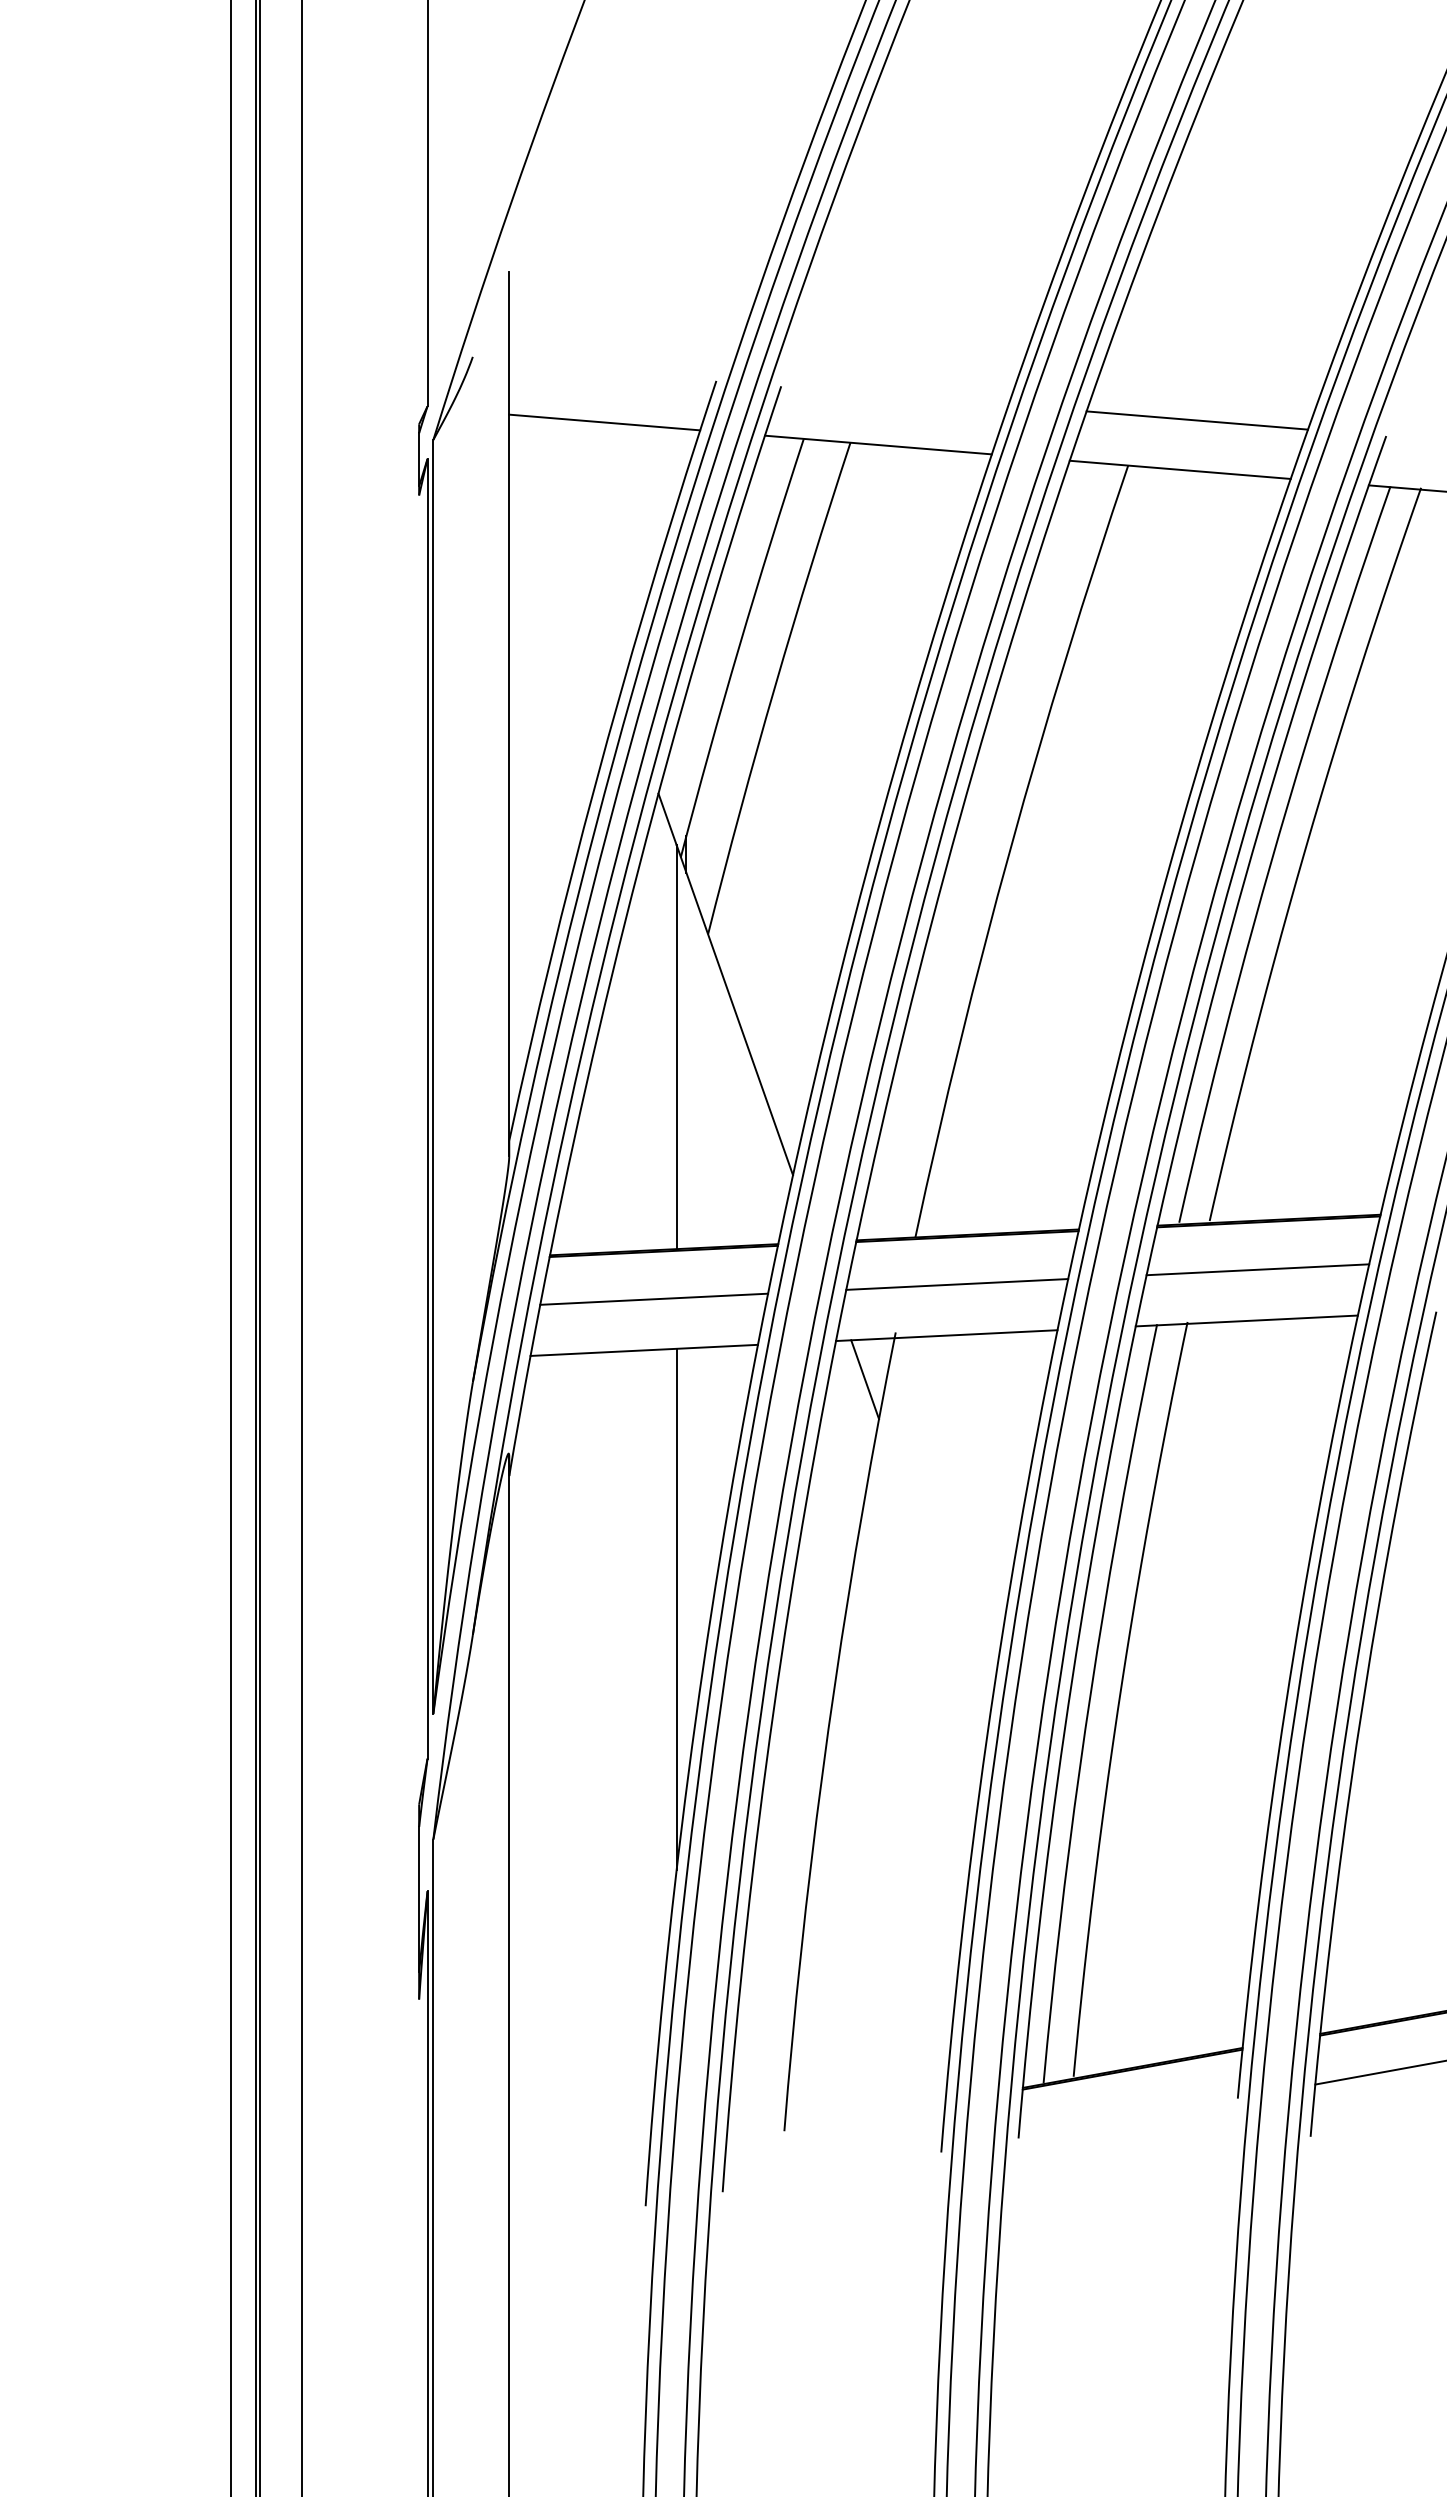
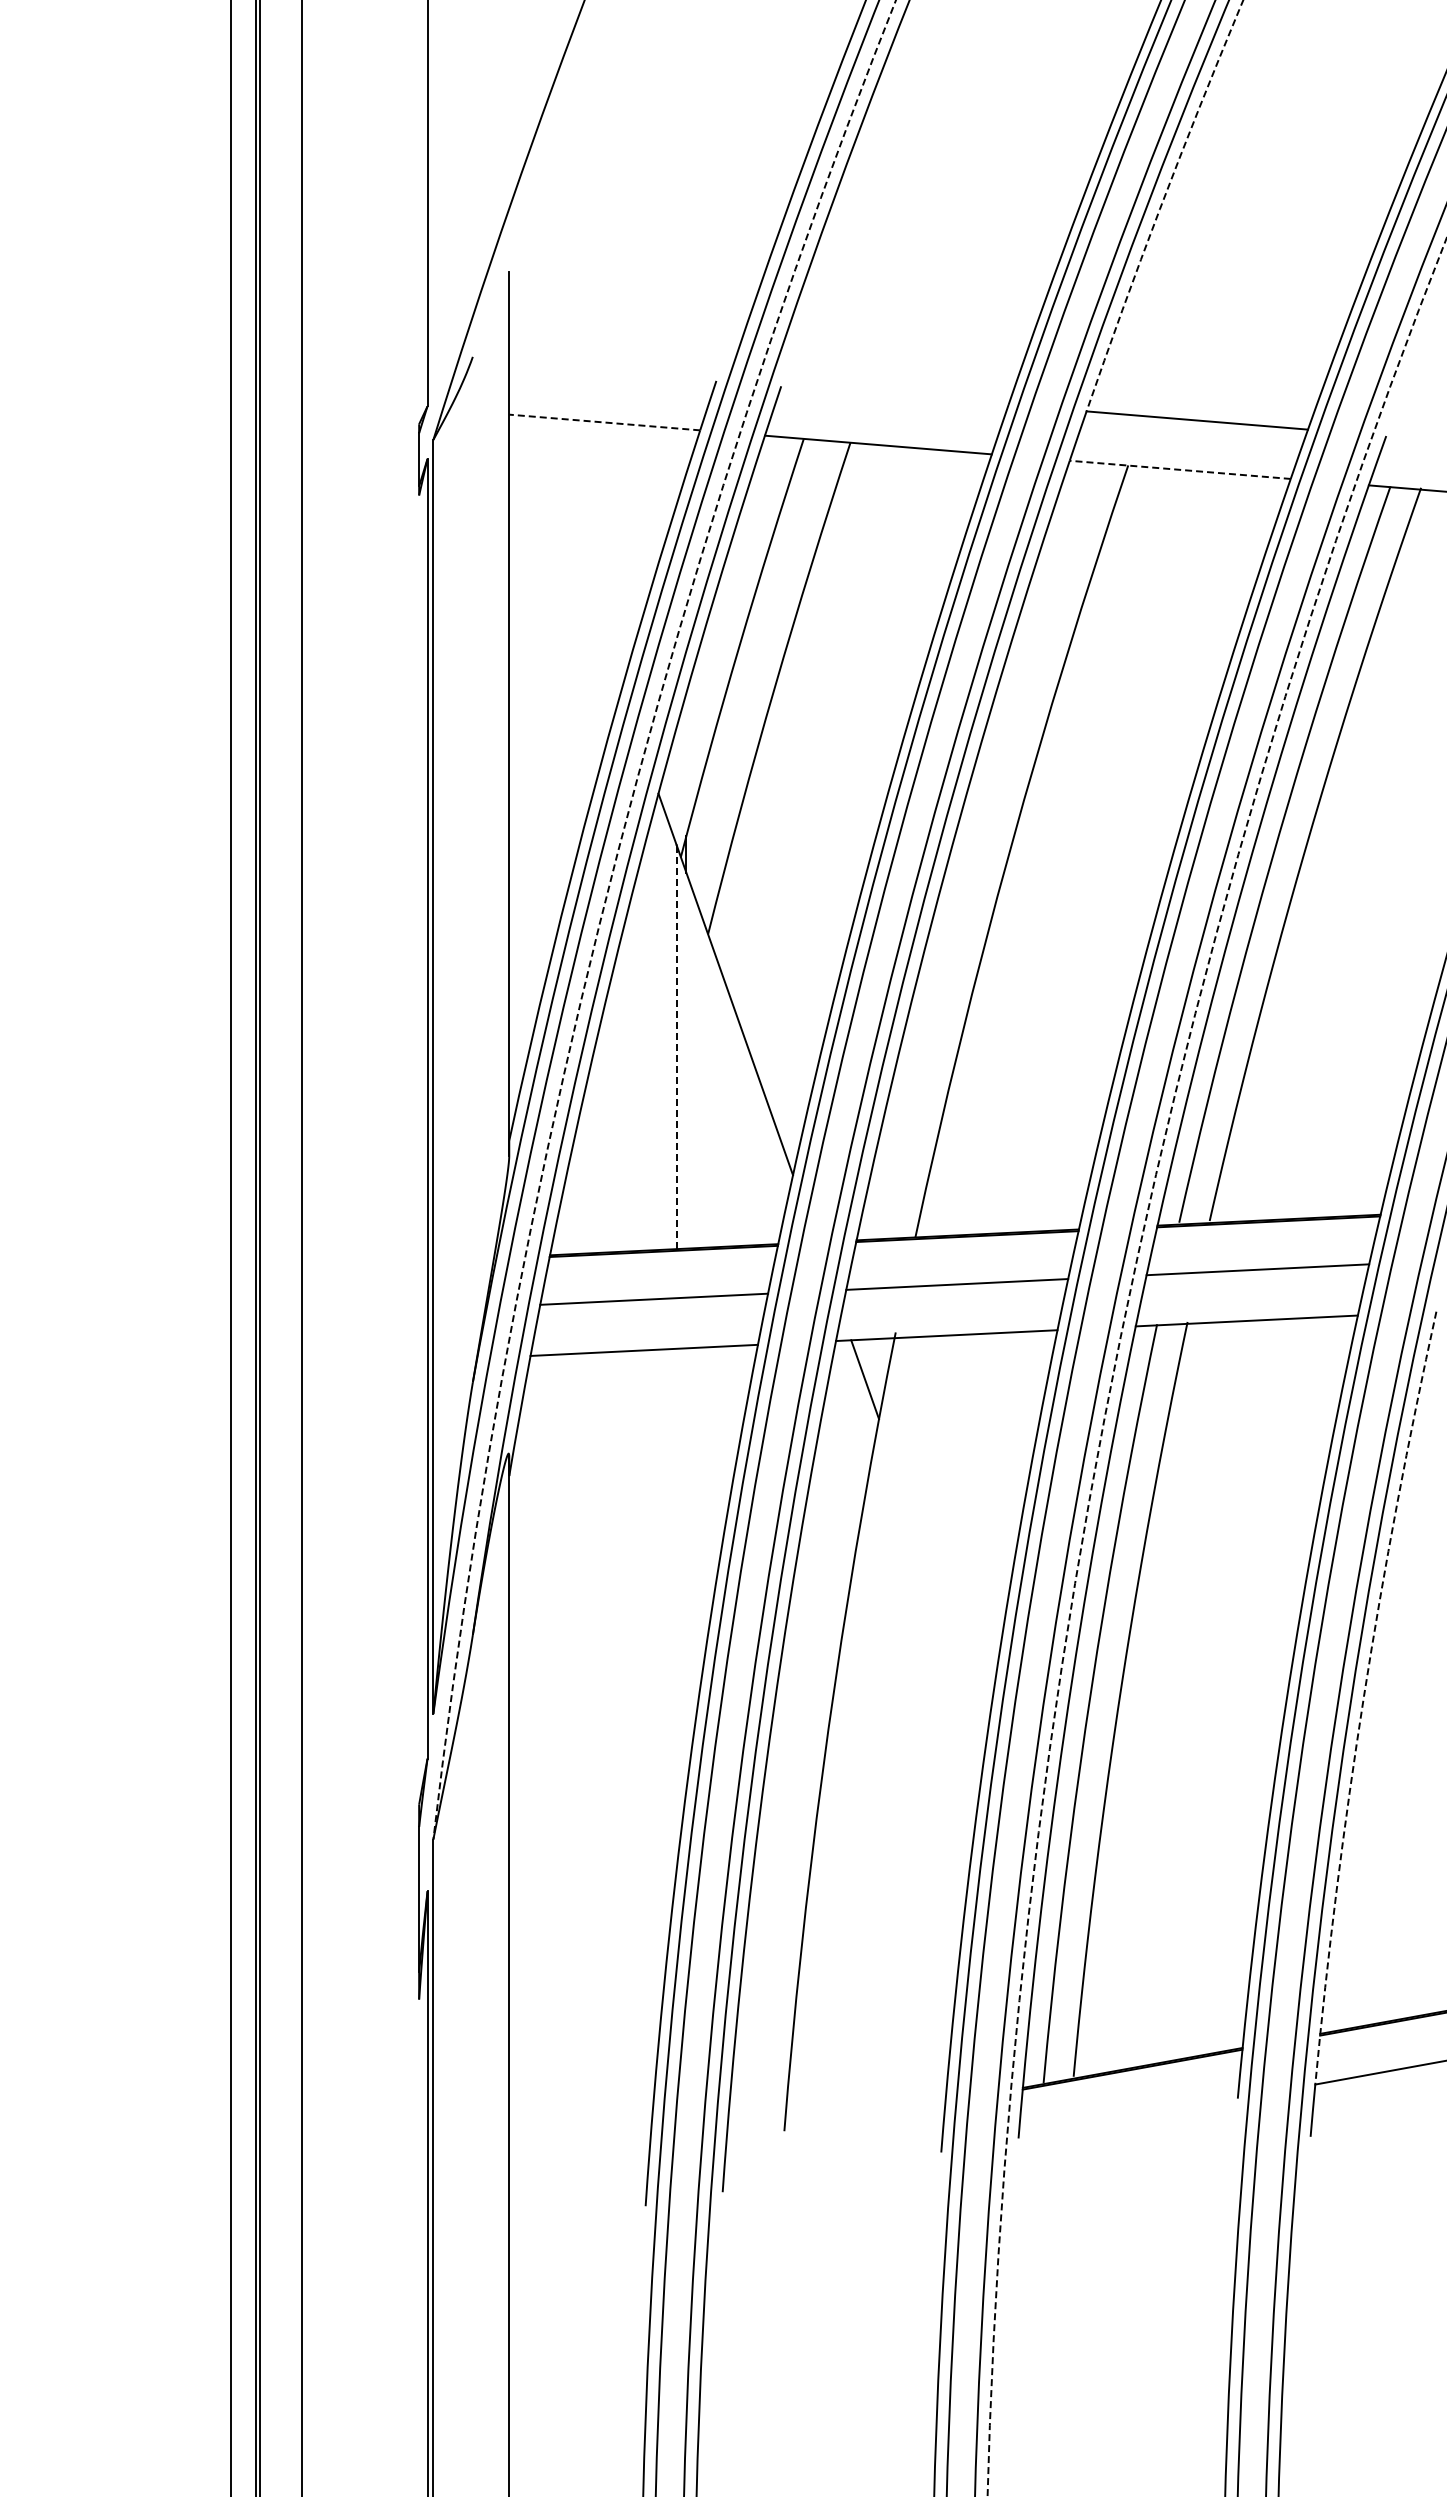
arc at (1161, 204): solid -> dashed
line at (604, 422): solid -> dashed
line at (1180, 469): solid -> dashed
arc at (604, 905): solid -> dashed
line at (676, 1046): solid -> dashed
circle at (1216, 1367): solid -> dashed
line at (676, 1608): present -> none
arc at (1364, 1696): solid -> dashed
